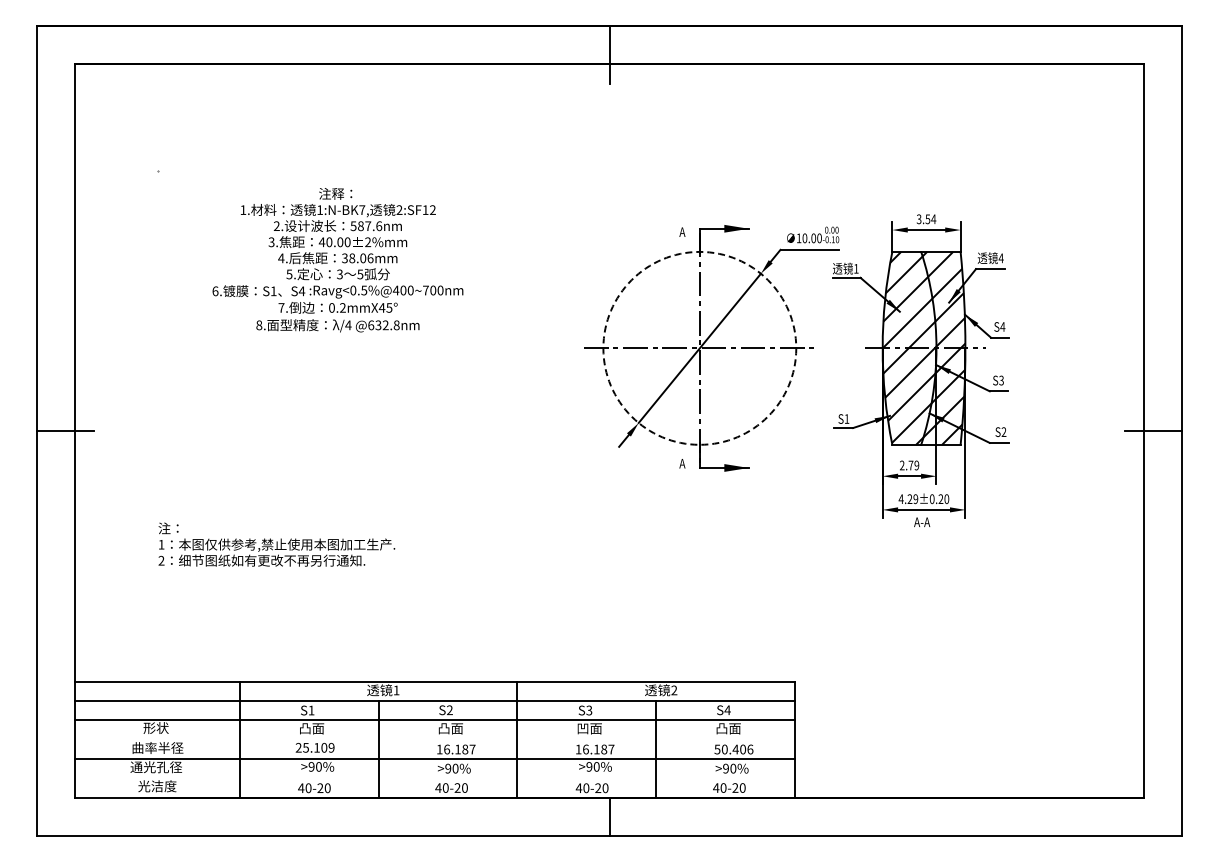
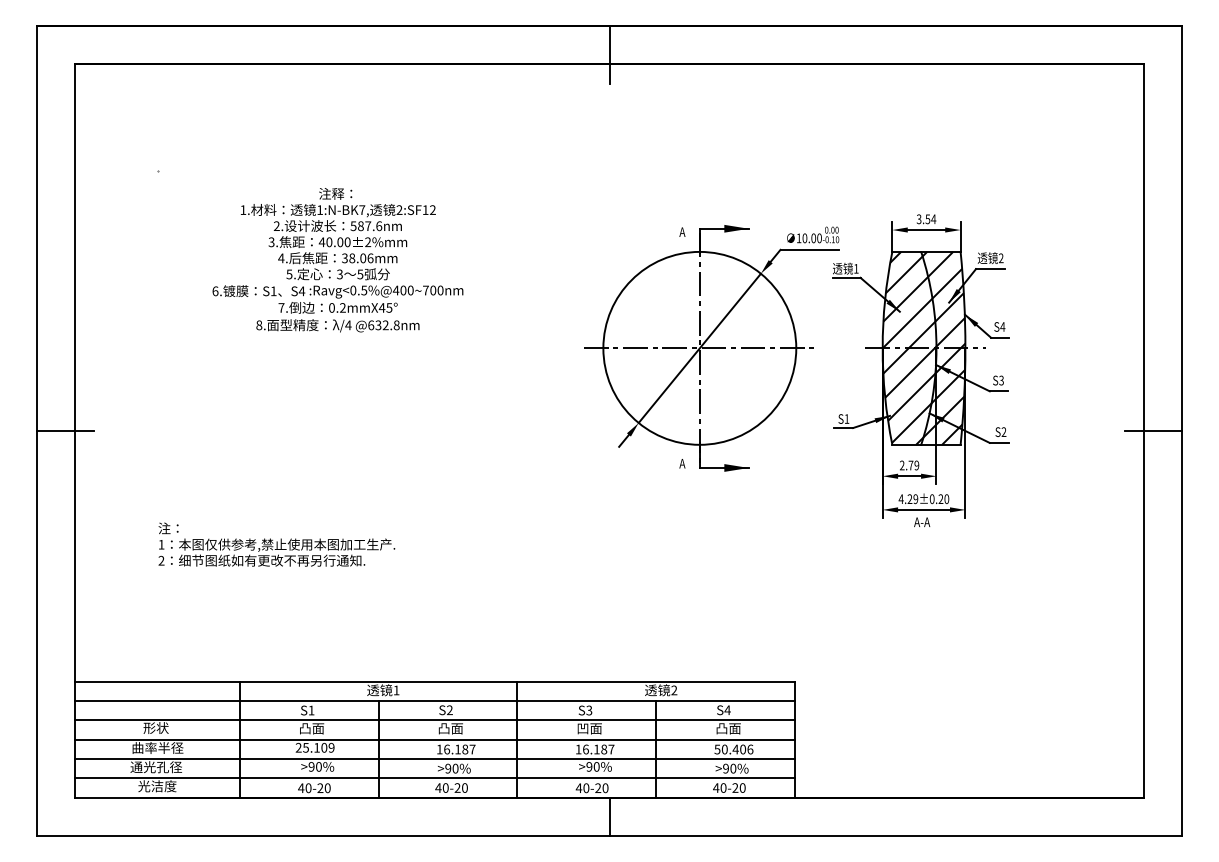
text at (1000, 258): 4 -> 2
circle at (699, 347): dashed -> solid
line at (435, 739): none -> present
line at (435, 778): none -> present
